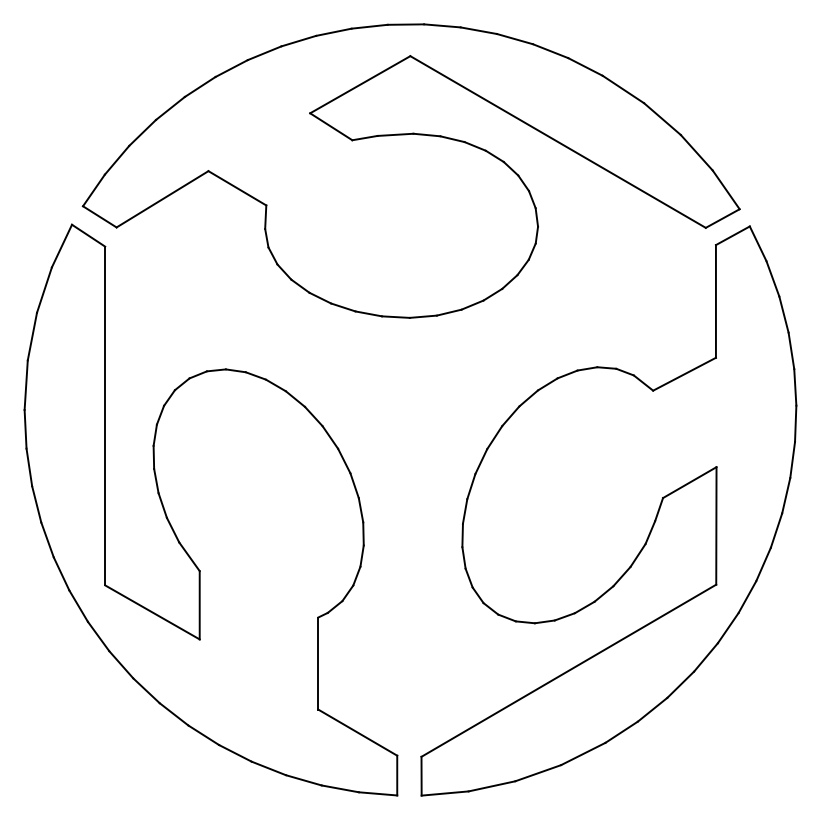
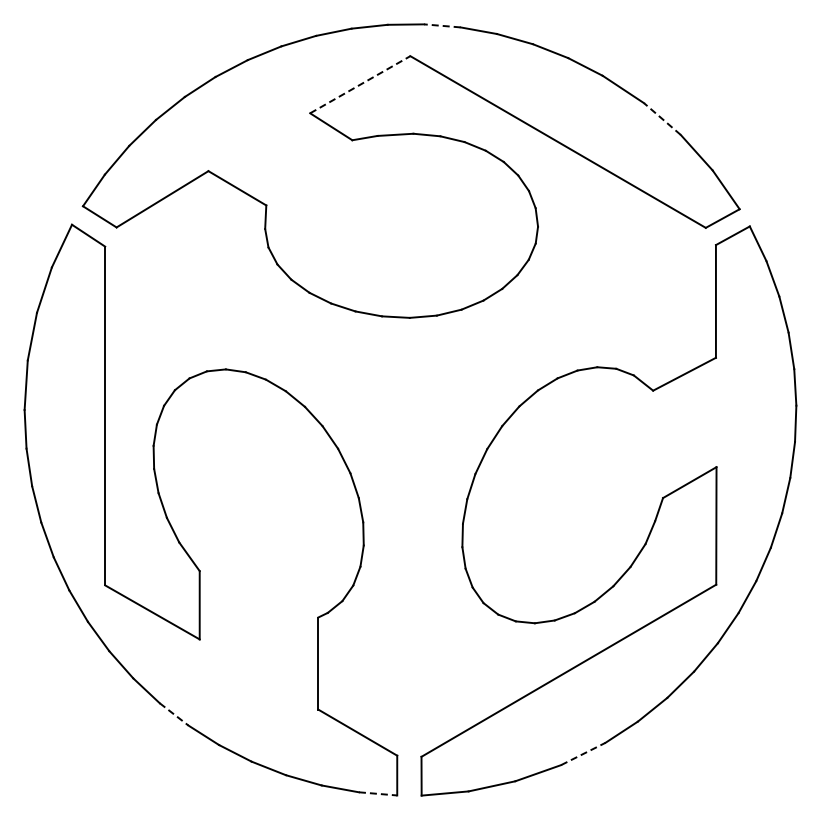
line at (441, 25): solid -> dashed
line at (360, 84): solid -> dashed
line at (662, 118): solid -> dashed
line at (174, 714): solid -> dashed
line at (583, 753): solid -> dashed
line at (378, 793): solid -> dashed
